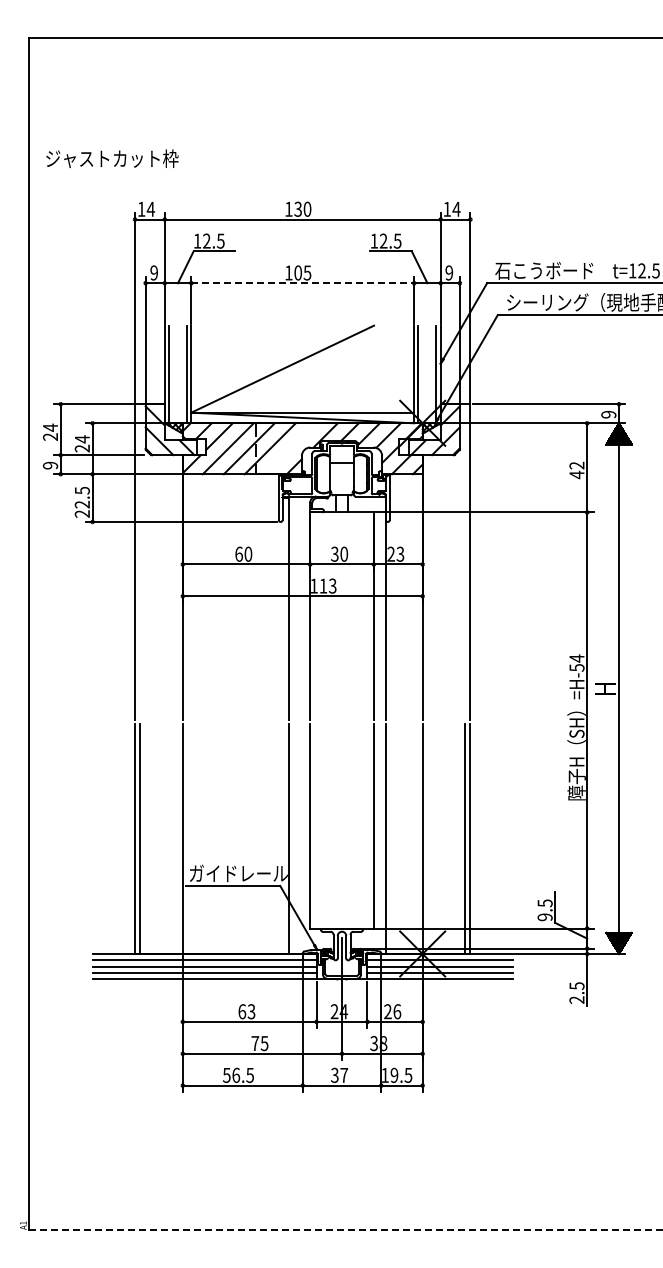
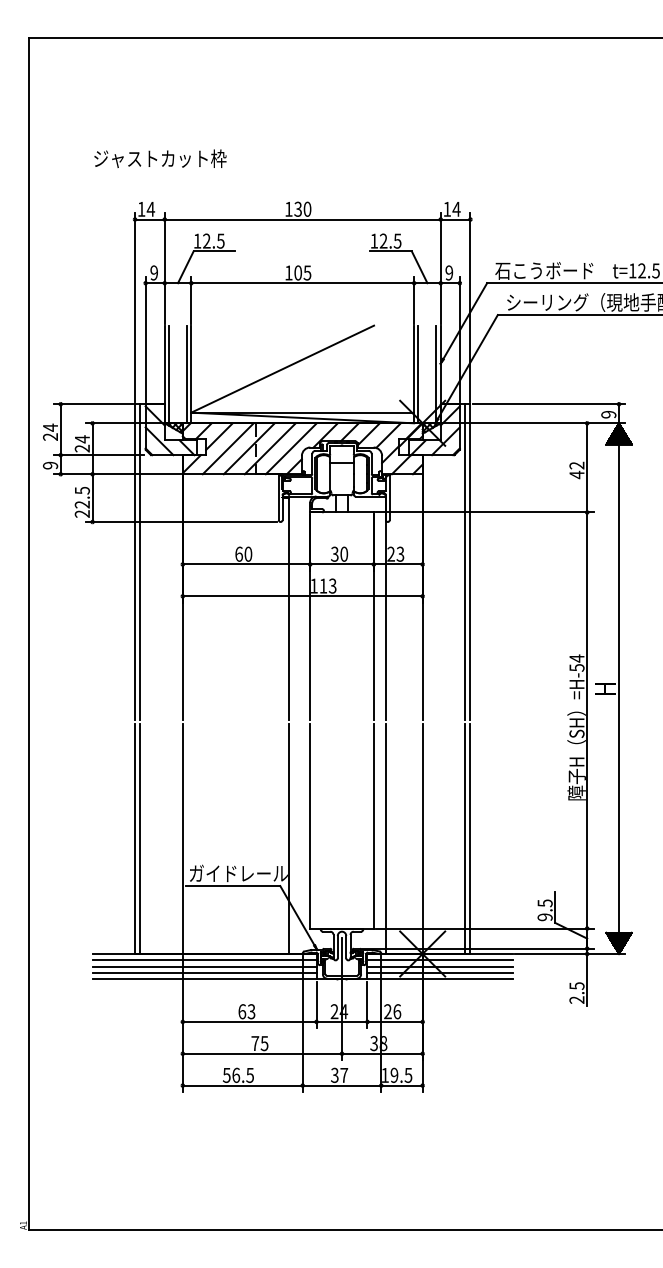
text at (112, 158) position: (112, 158) -> (160, 158)
line at (303, 283): dashed -> solid
line at (290, 448): none -> present
line at (140, 561): none -> present
line at (465, 561): none -> present
line at (345, 1229): dashed -> solid
